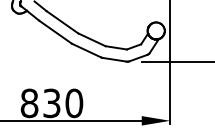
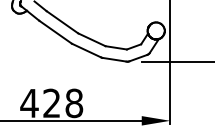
text at (51, 103): 830 -> 428
